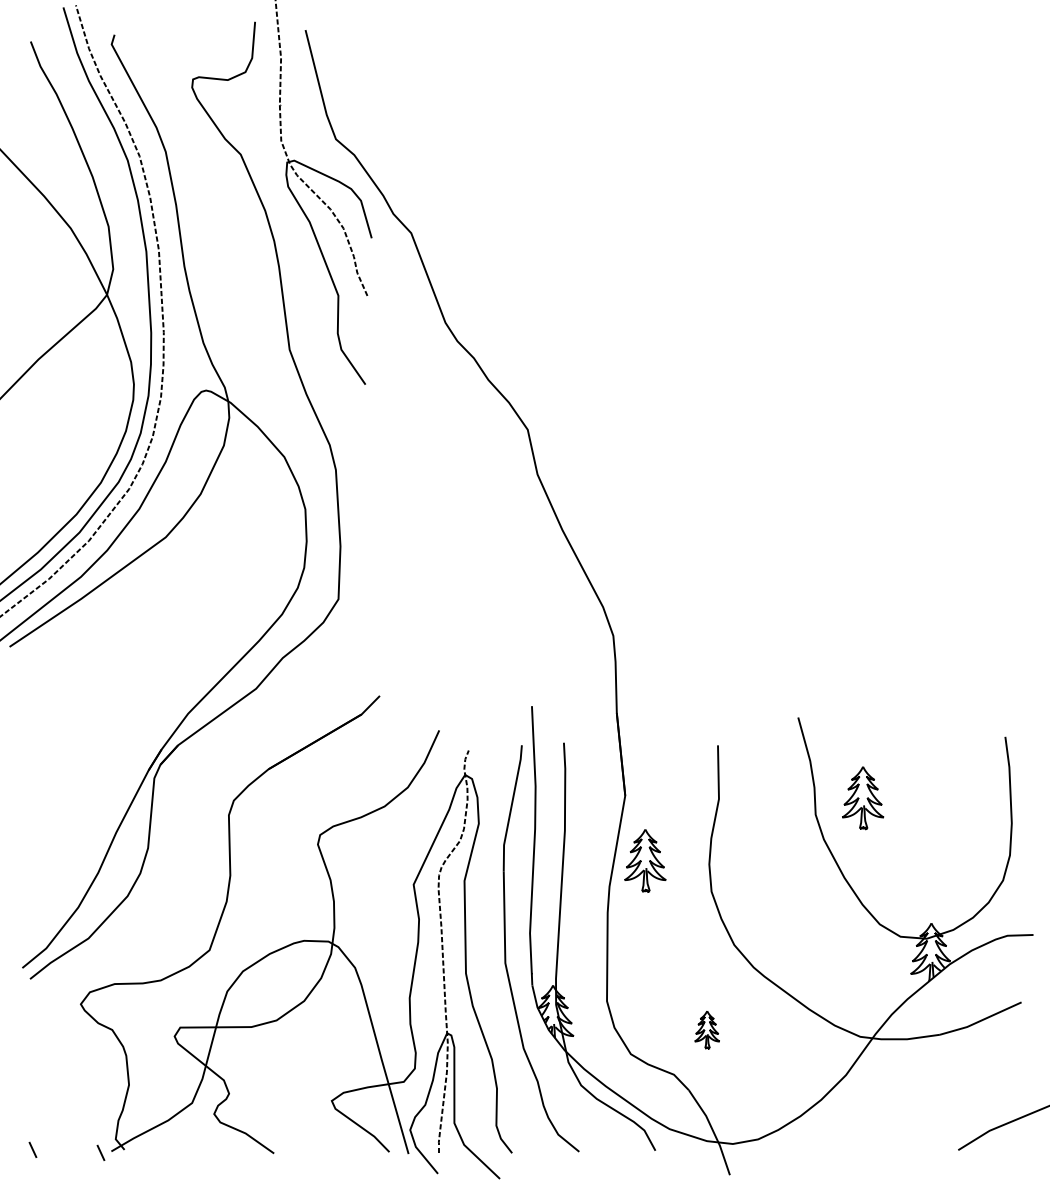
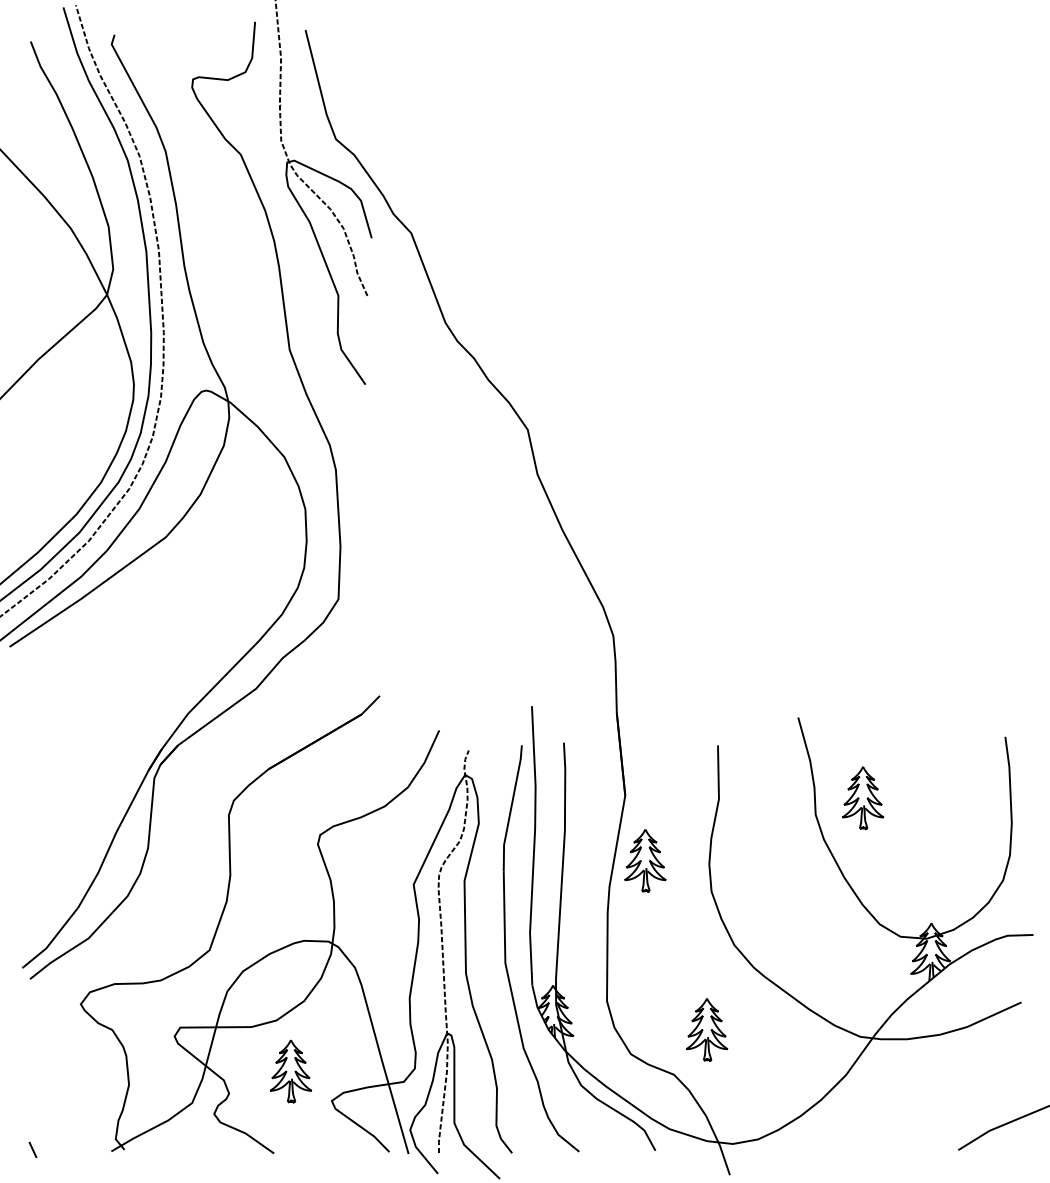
part at (706, 1030) size: 26x39 px -> 43x64 px
part at (290, 1071): none -> present
line at (100, 1152): present -> none
